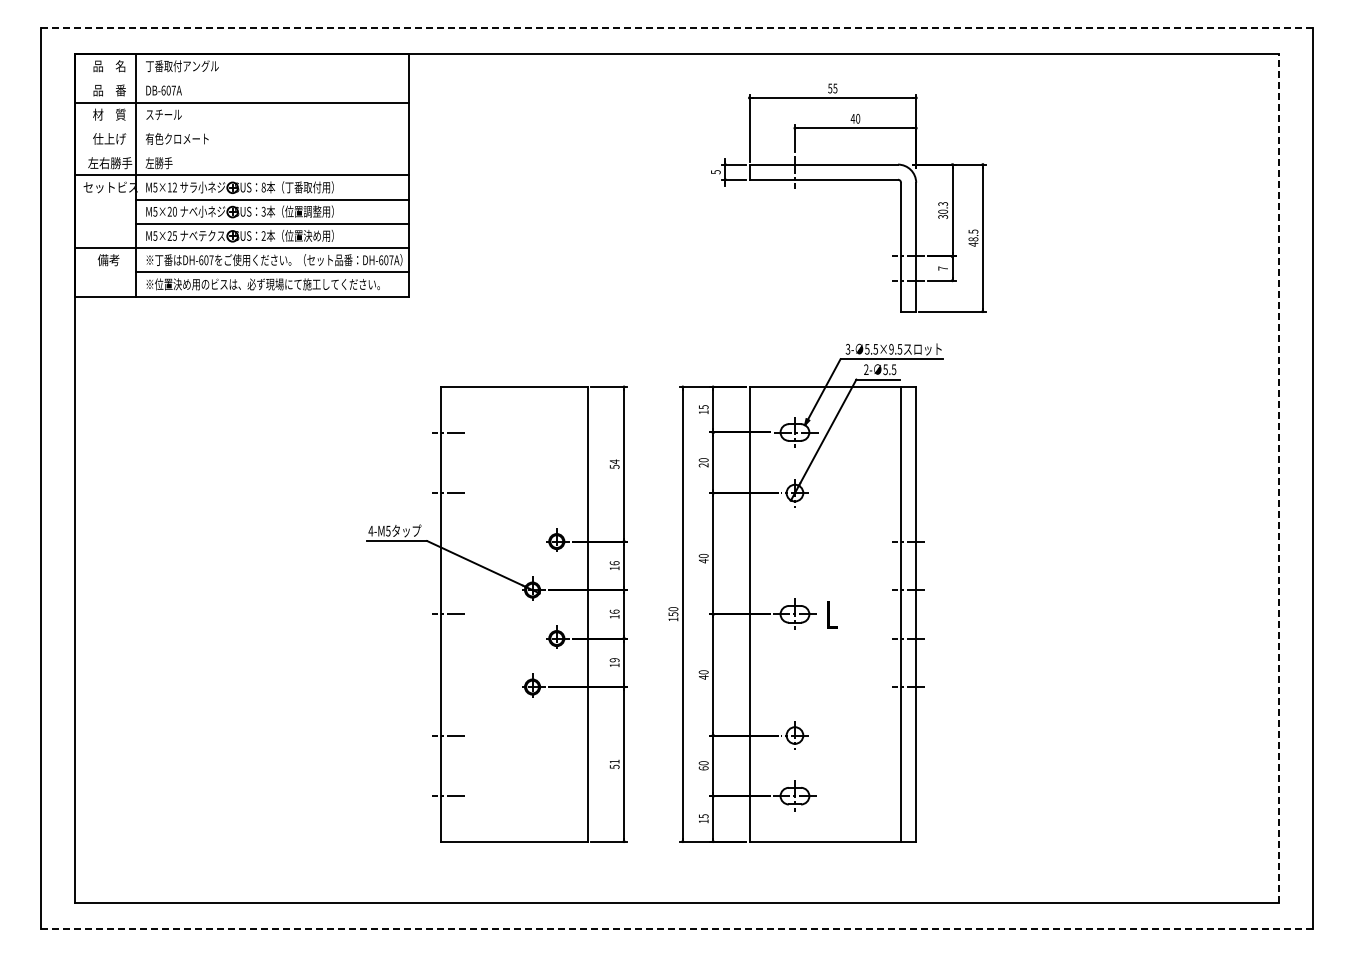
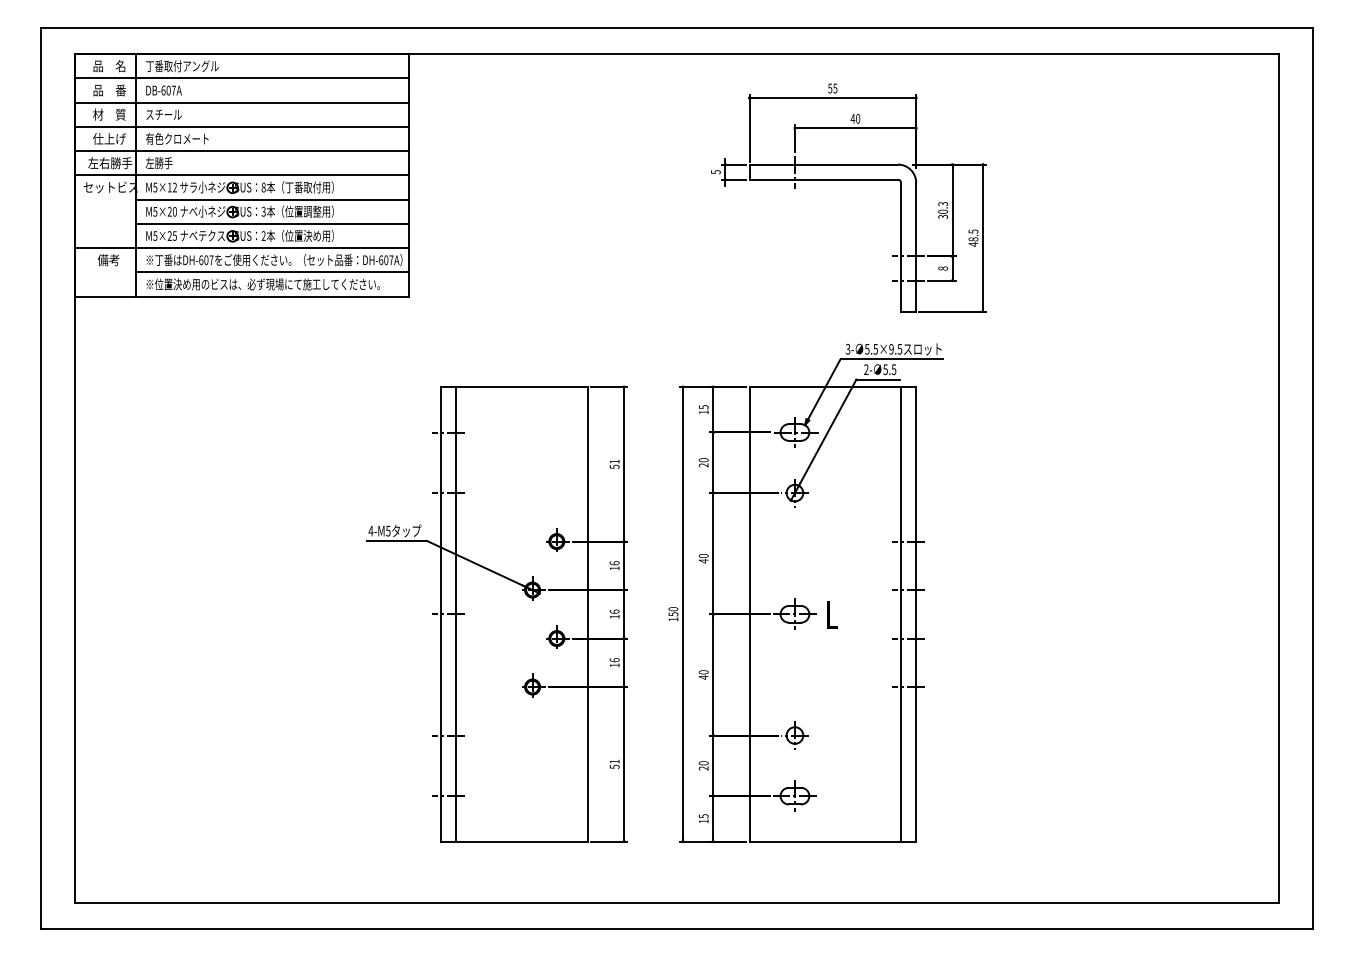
line at (676, 28): dashed -> solid
line at (241, 78): none -> present
line at (241, 126): none -> present
line at (241, 151): none -> present
text at (943, 268): 7 -> 8
text at (614, 461): 54 -> 51
line at (1278, 478): dashed -> solid
line at (455, 614): none -> present
text at (614, 660): 19 -> 16
text at (703, 768): 60 -> 20
line at (677, 928): dashed -> solid
